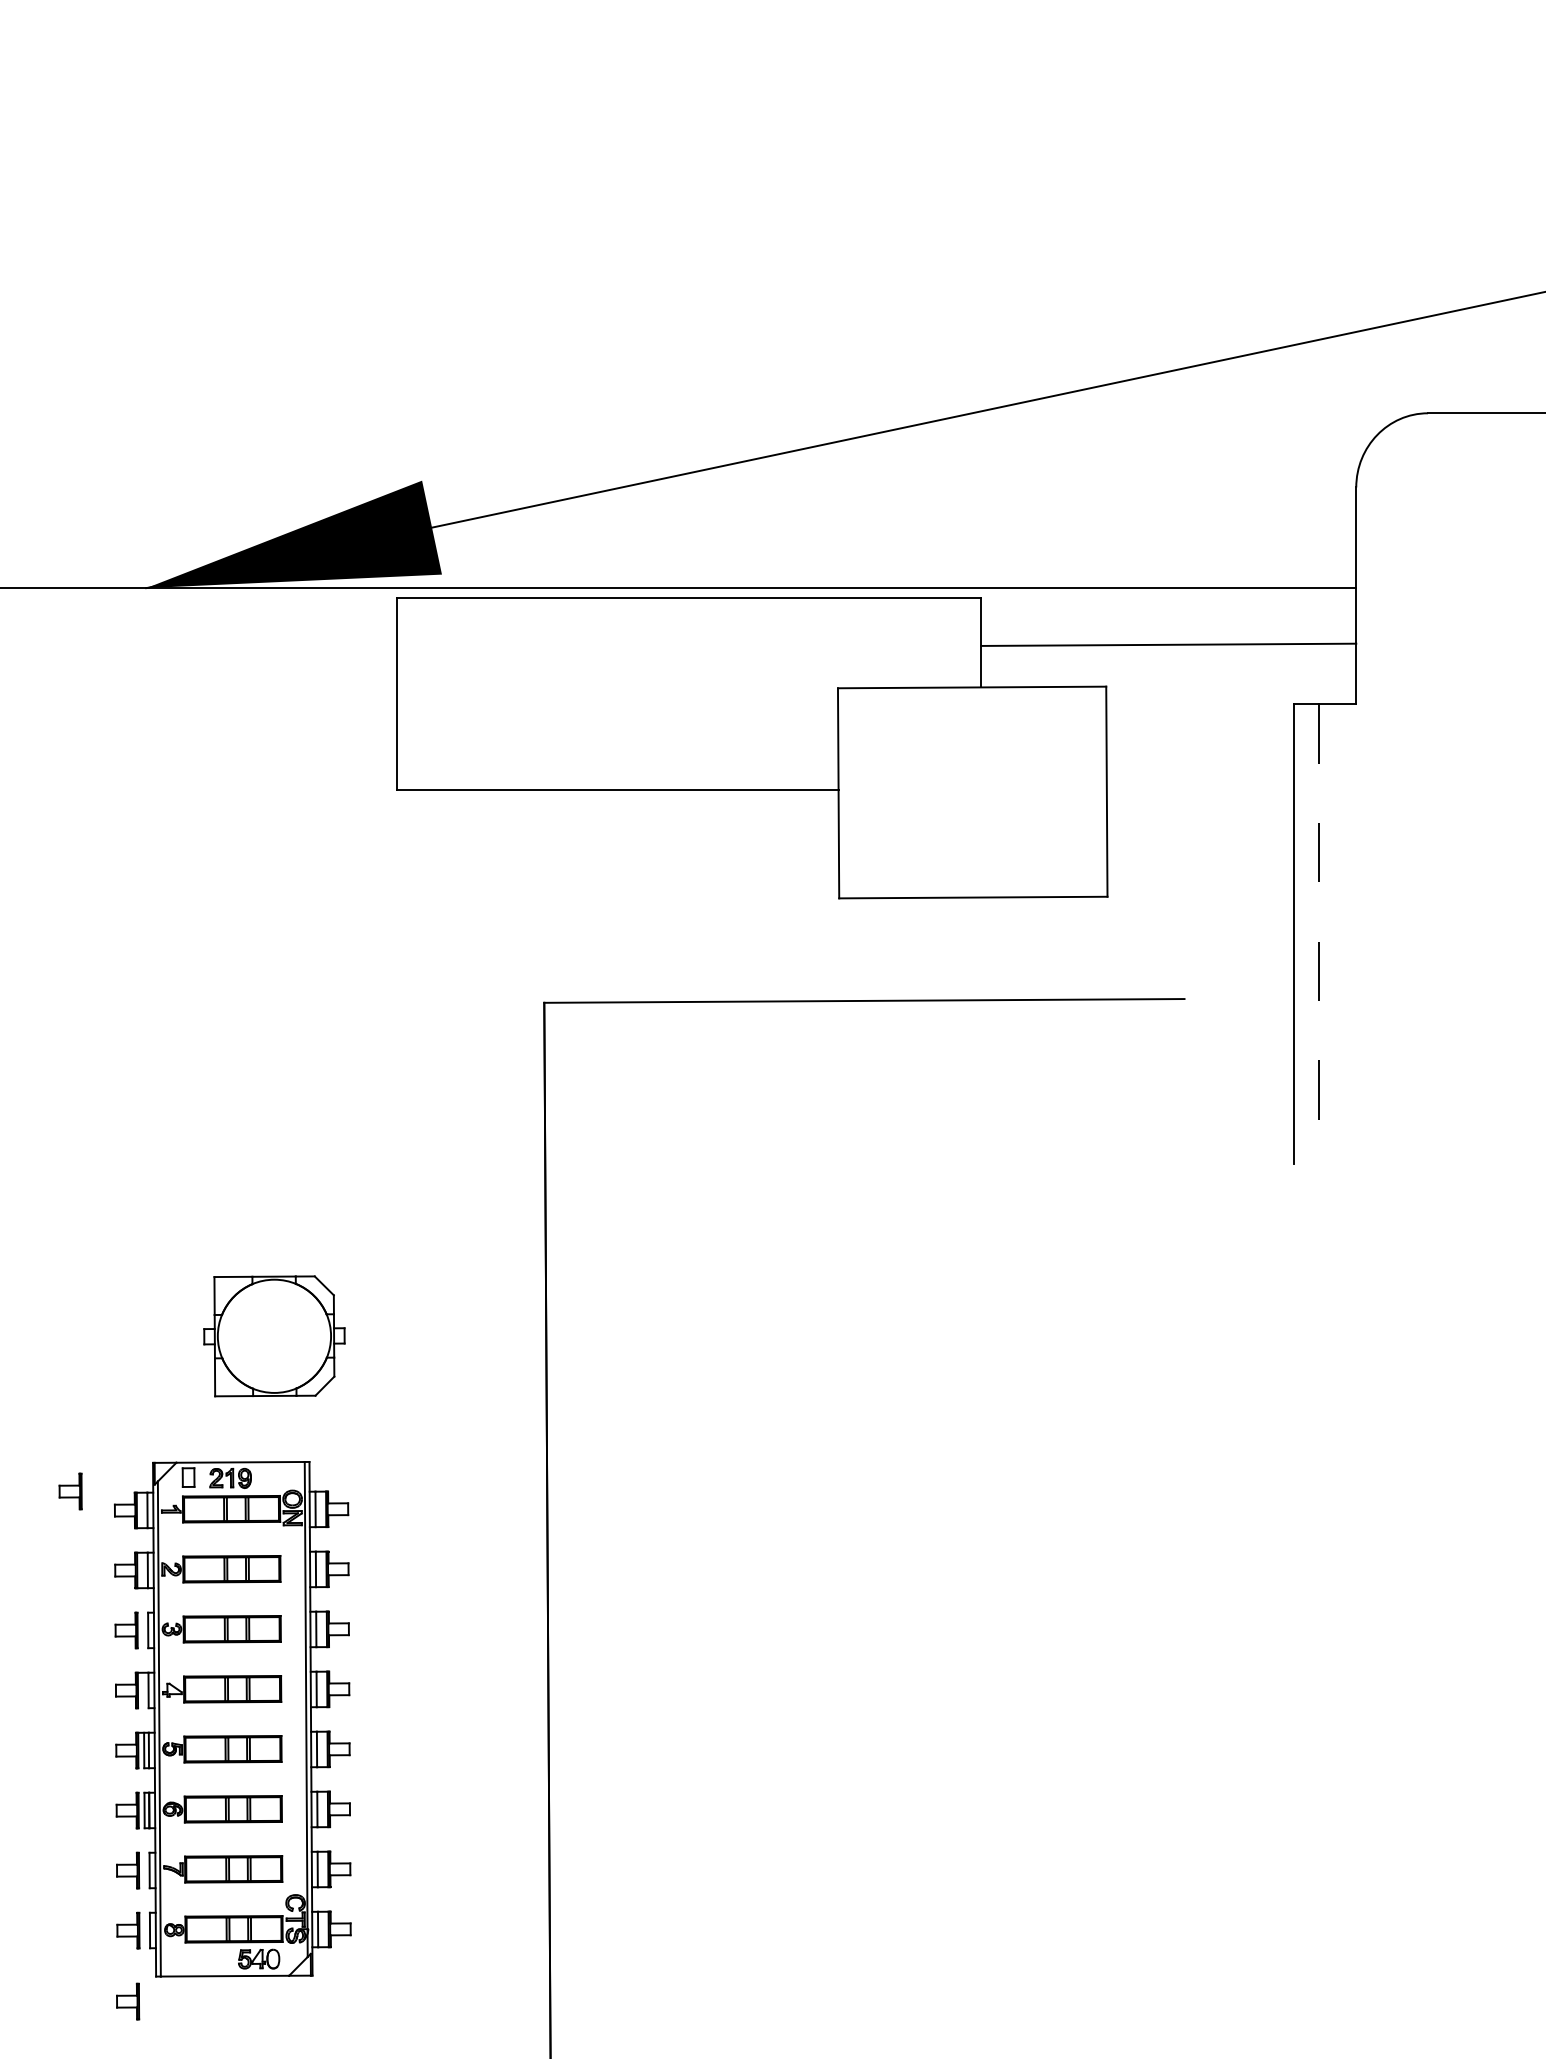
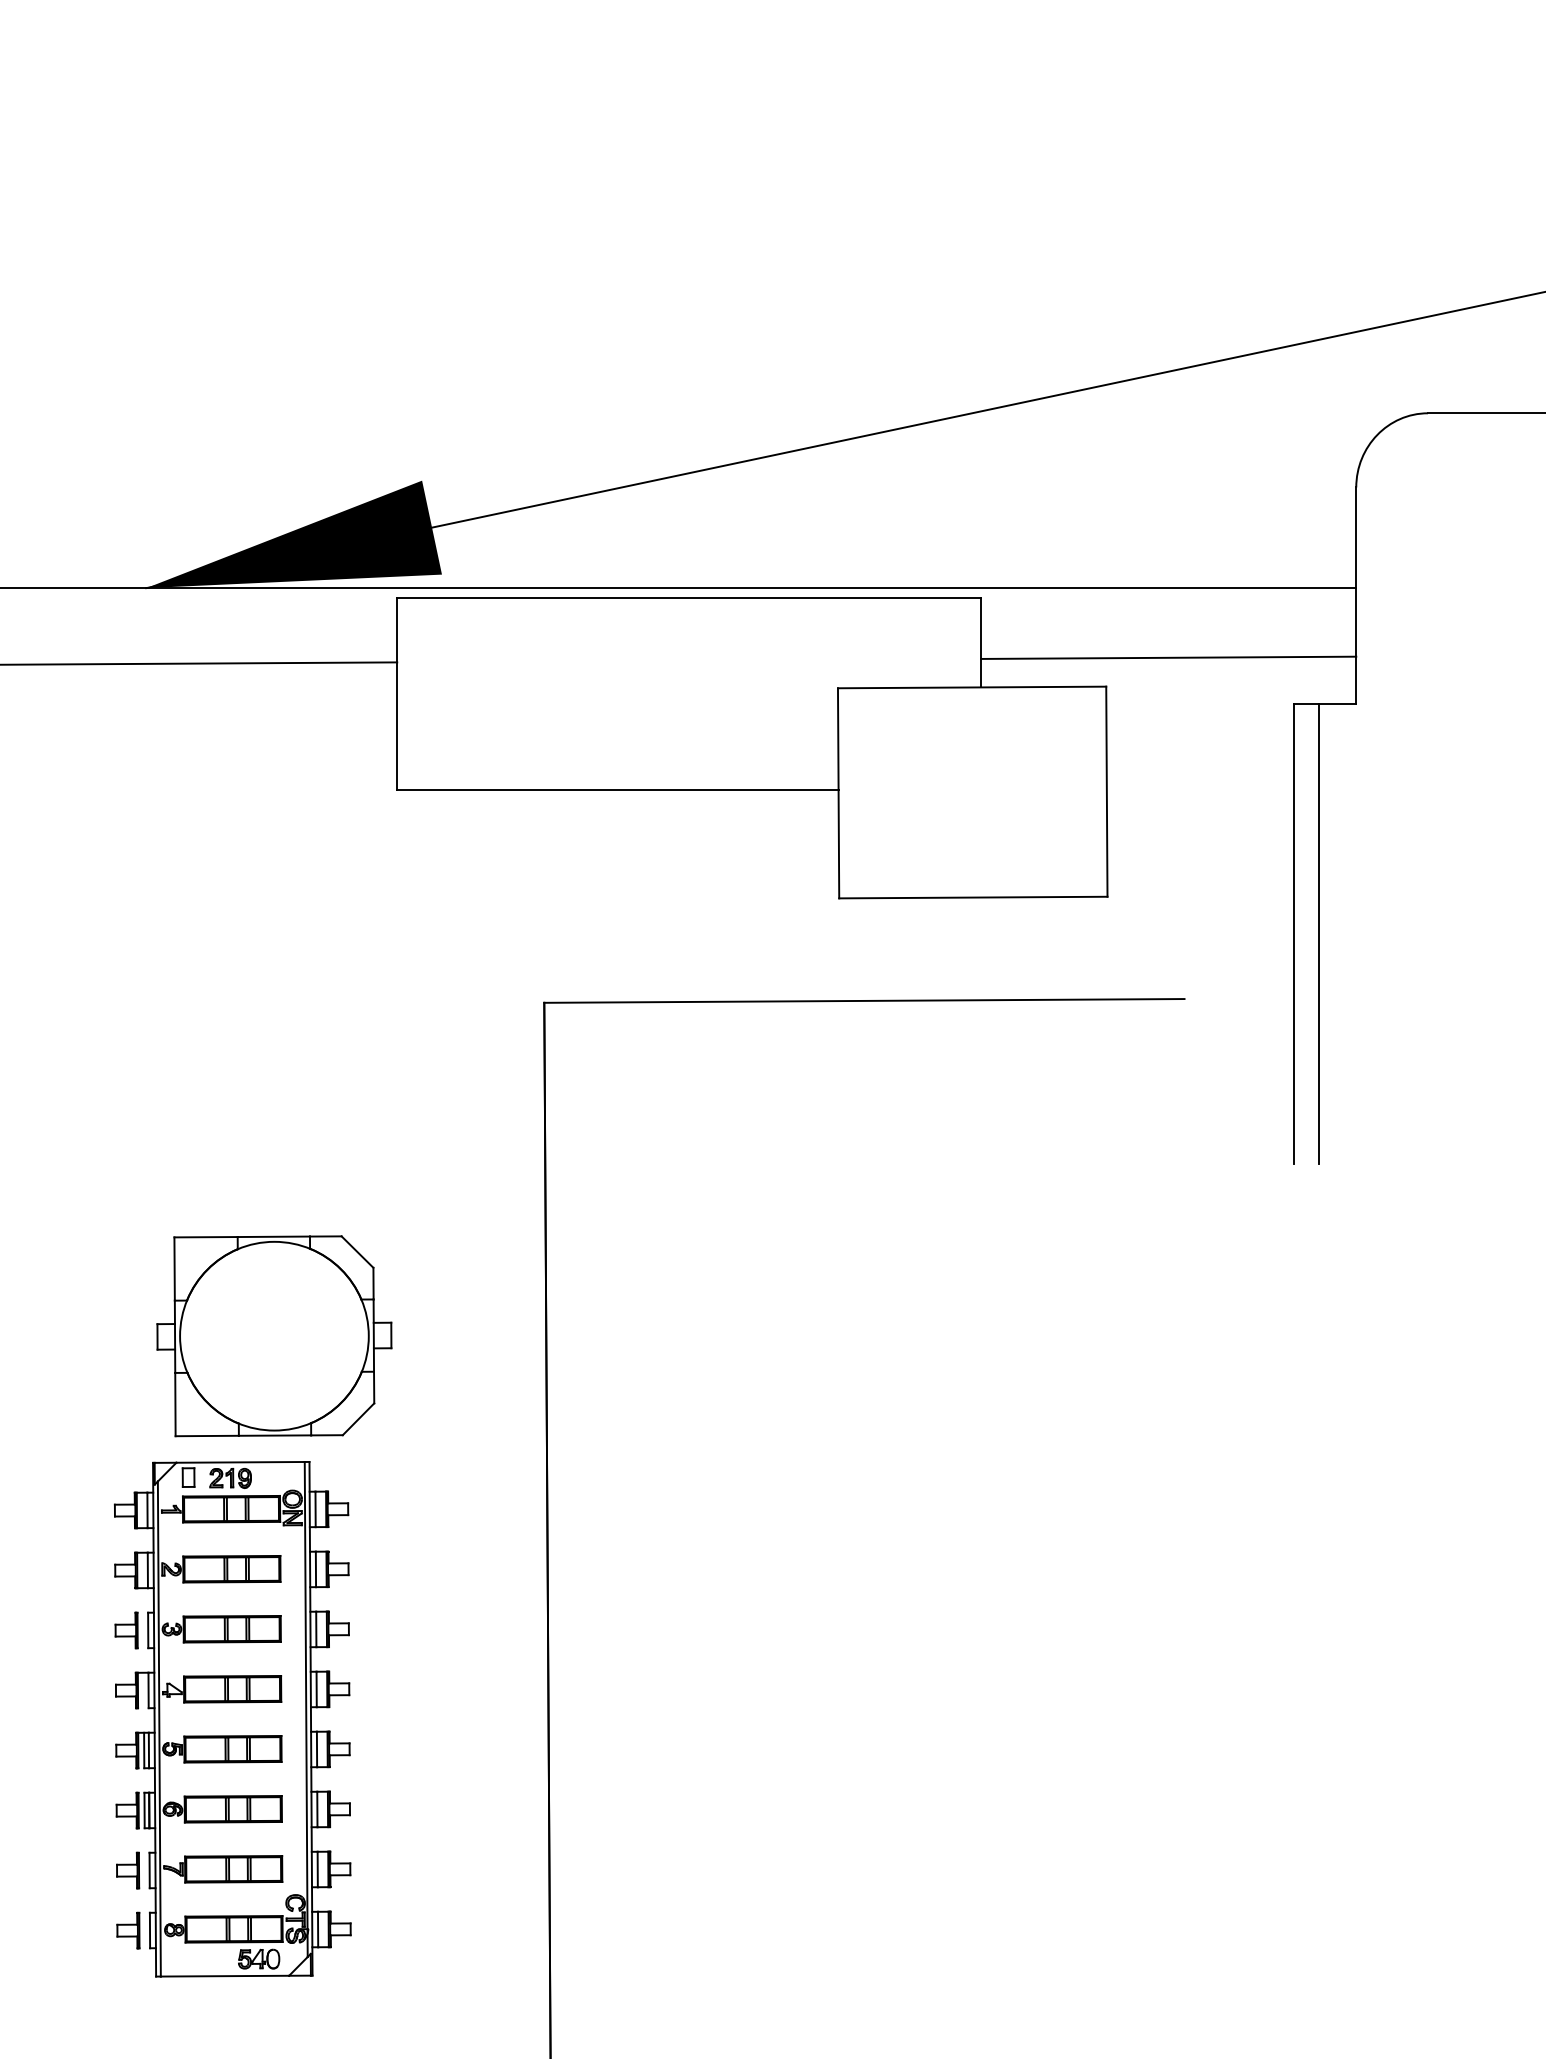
line at (1168, 644) position: (1168, 644) -> (1168, 657)
line at (199, 663): none -> present
line at (1318, 934): dashed -> solid
part at (274, 1336) size: 143x123 px -> 237x203 px
part at (70, 1491): present -> none
part at (128, 2001): present -> none
